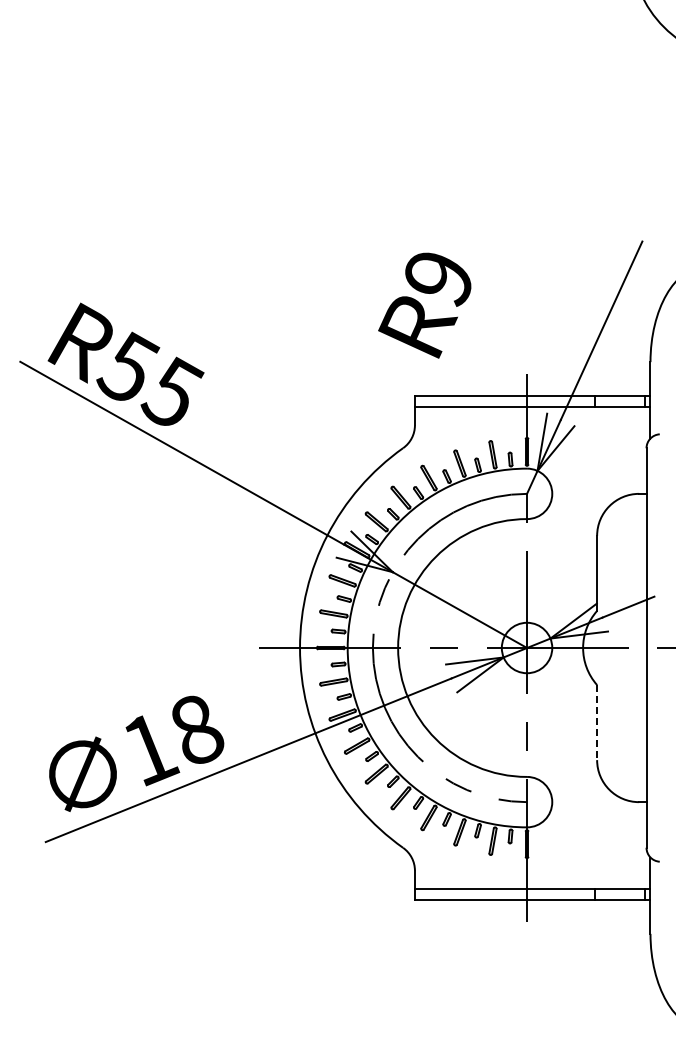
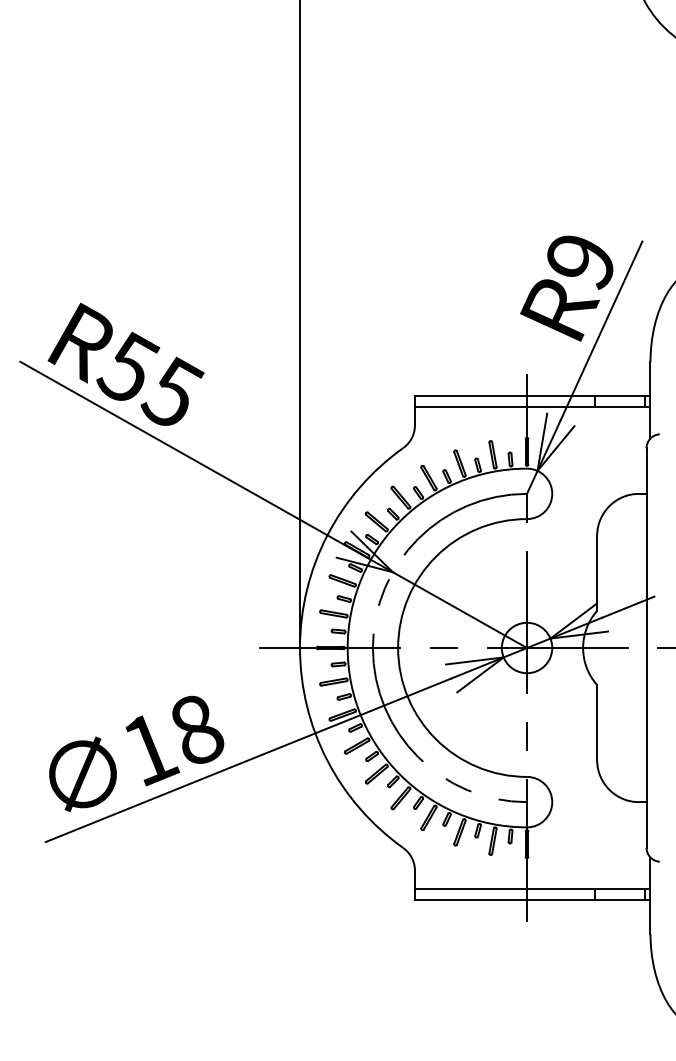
text at (424, 305) position: (424, 305) -> (566, 288)
line at (300, 322): none -> present
line at (597, 722): dashed -> solid
